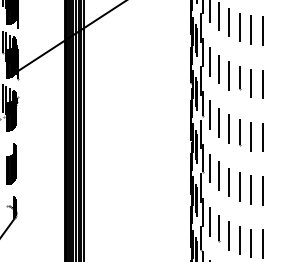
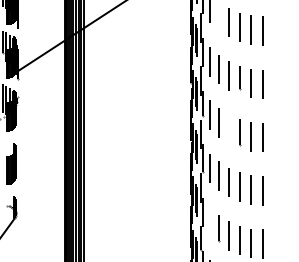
line at (219, 16): present -> none
line at (228, 128): present -> none
line at (210, 221): present -> none
